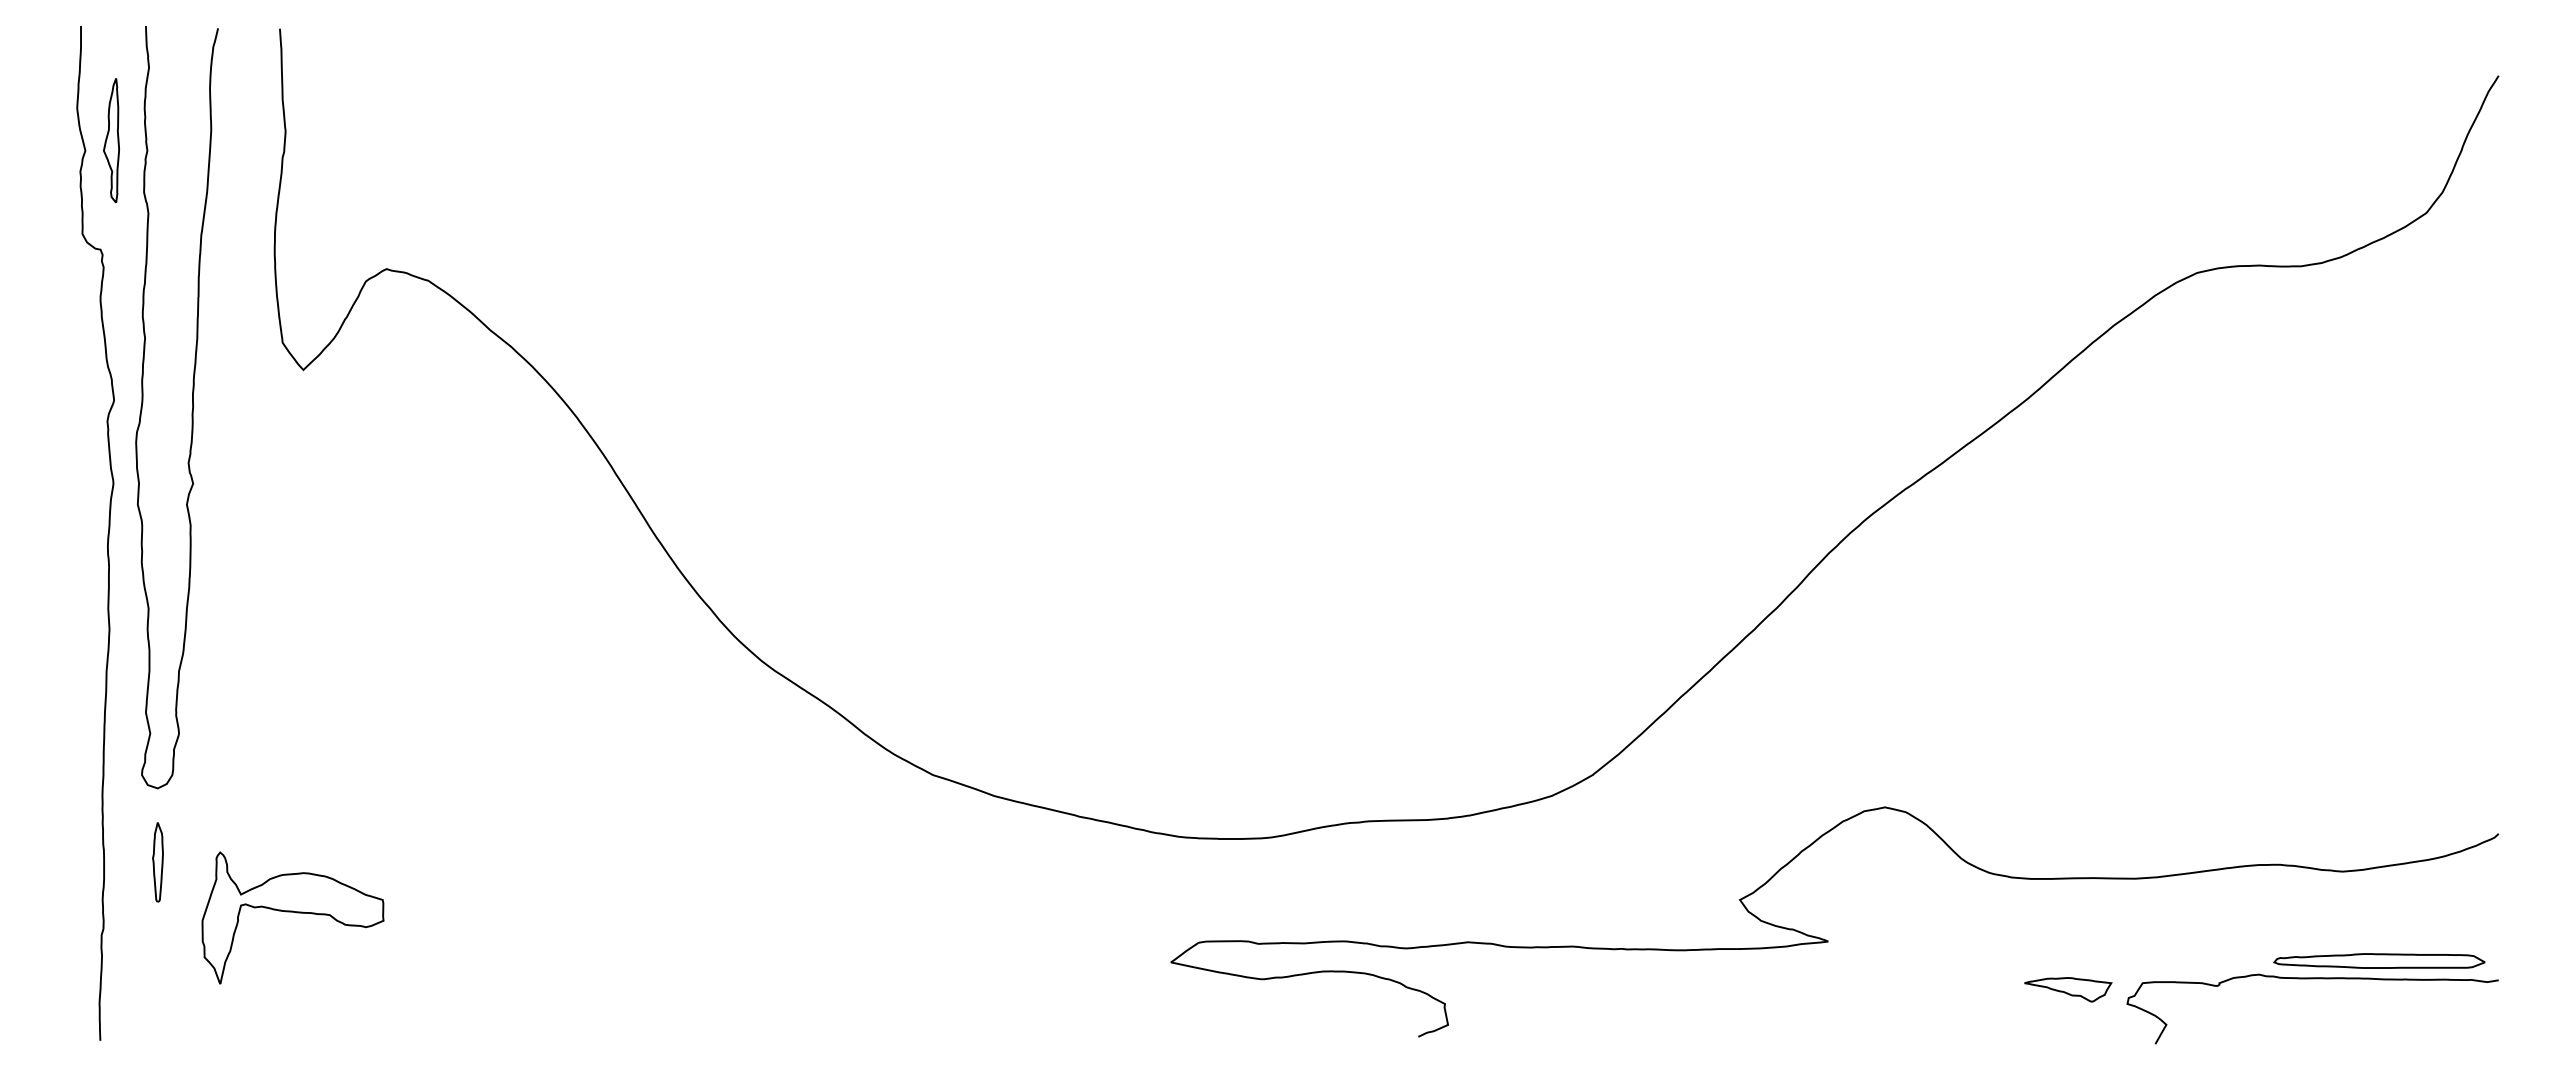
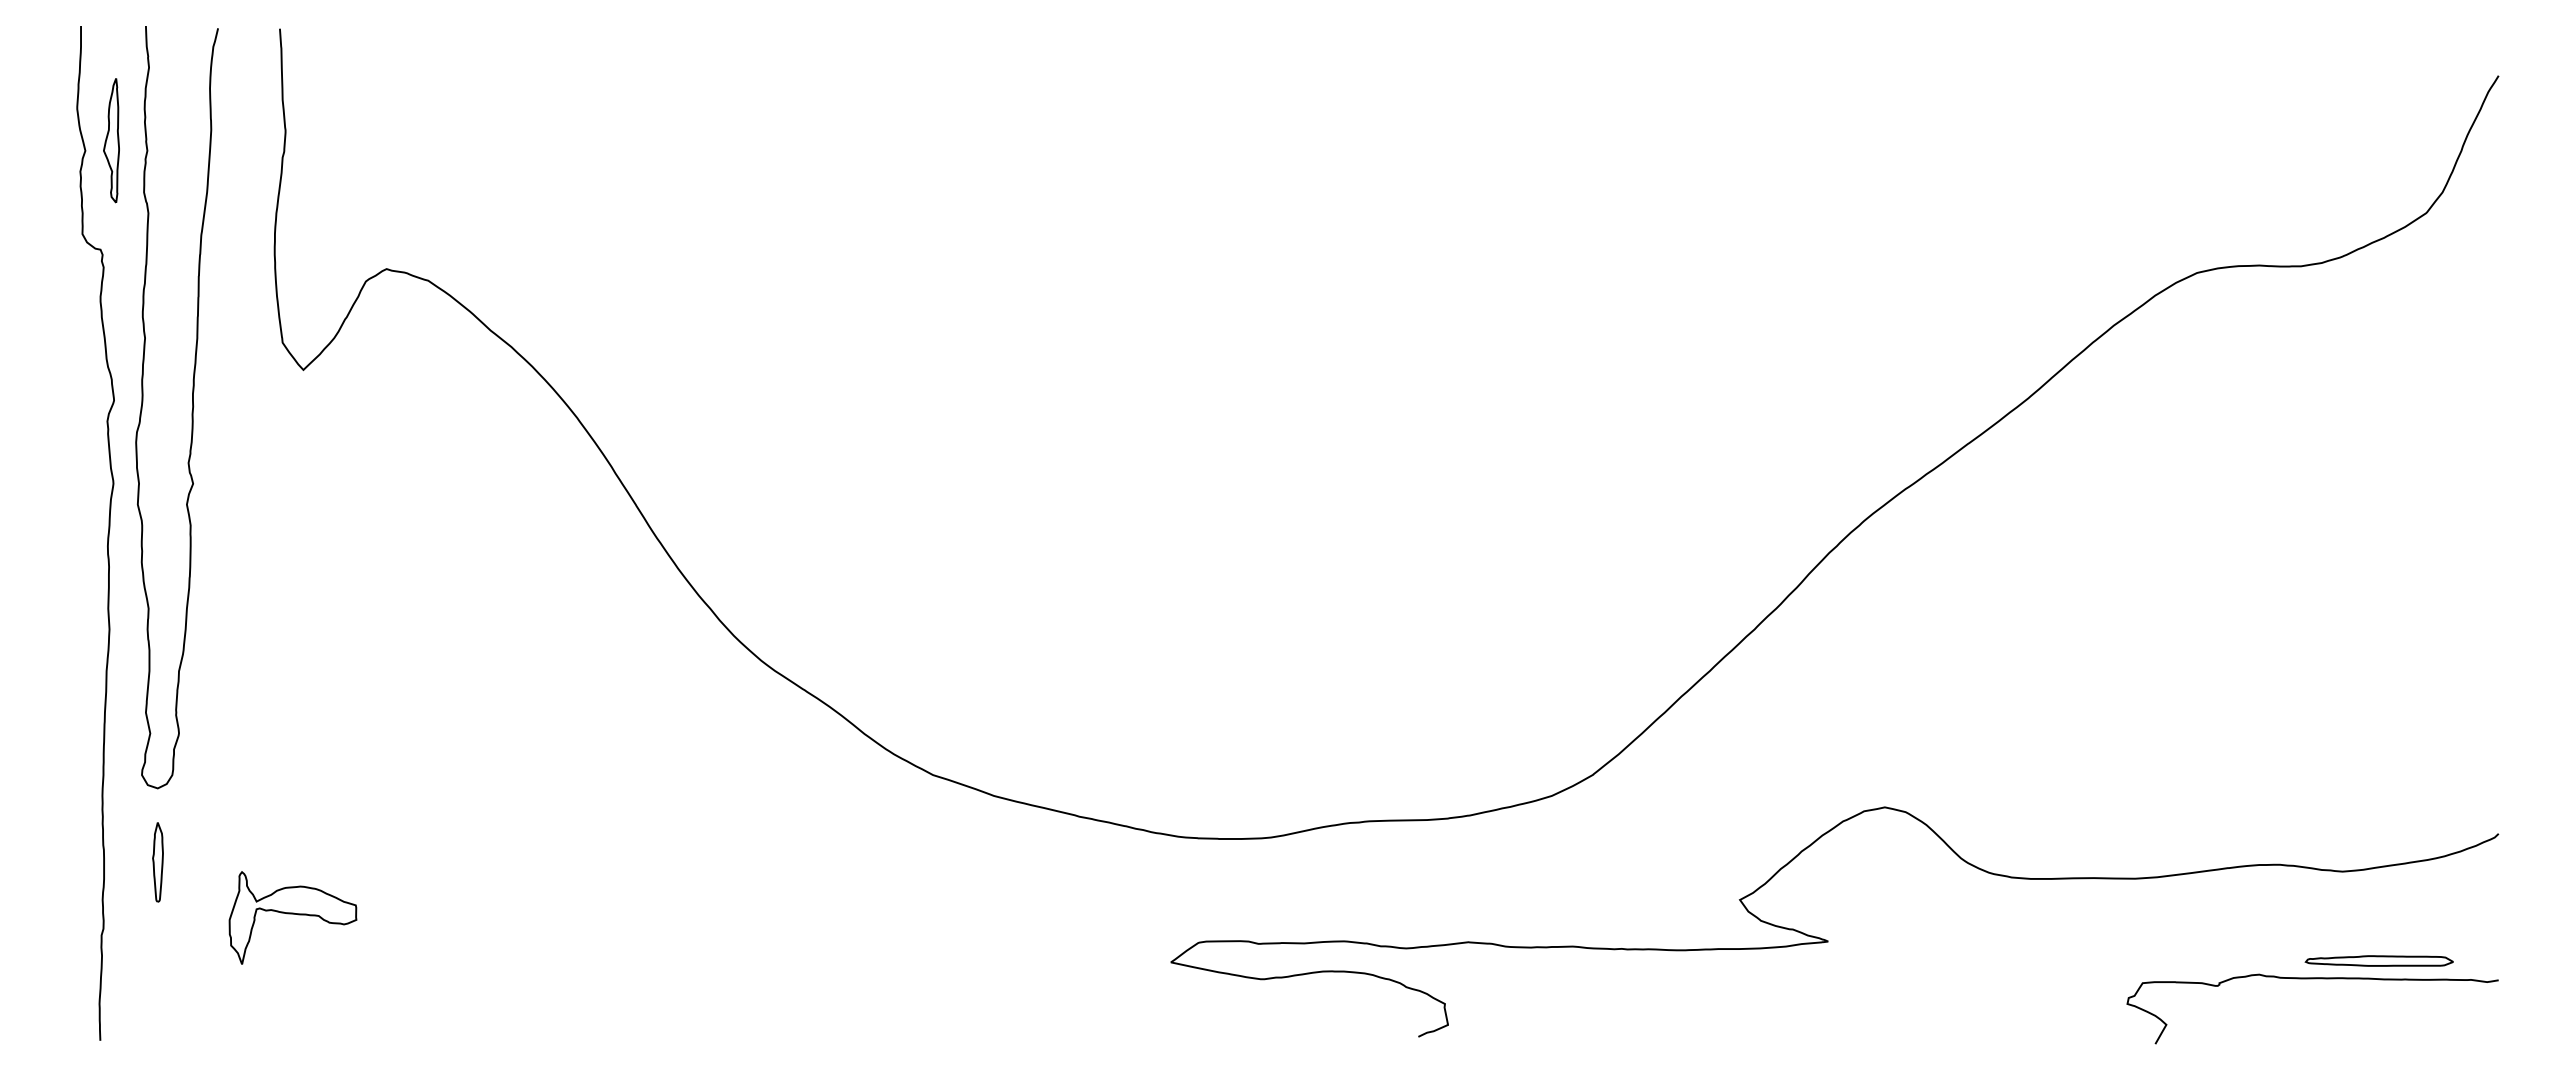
part at (292, 917) size: 184x134 px -> 130x94 px
part at (2379, 960) size: 213x16 px -> 150x12 px
part at (2068, 989): present -> none
